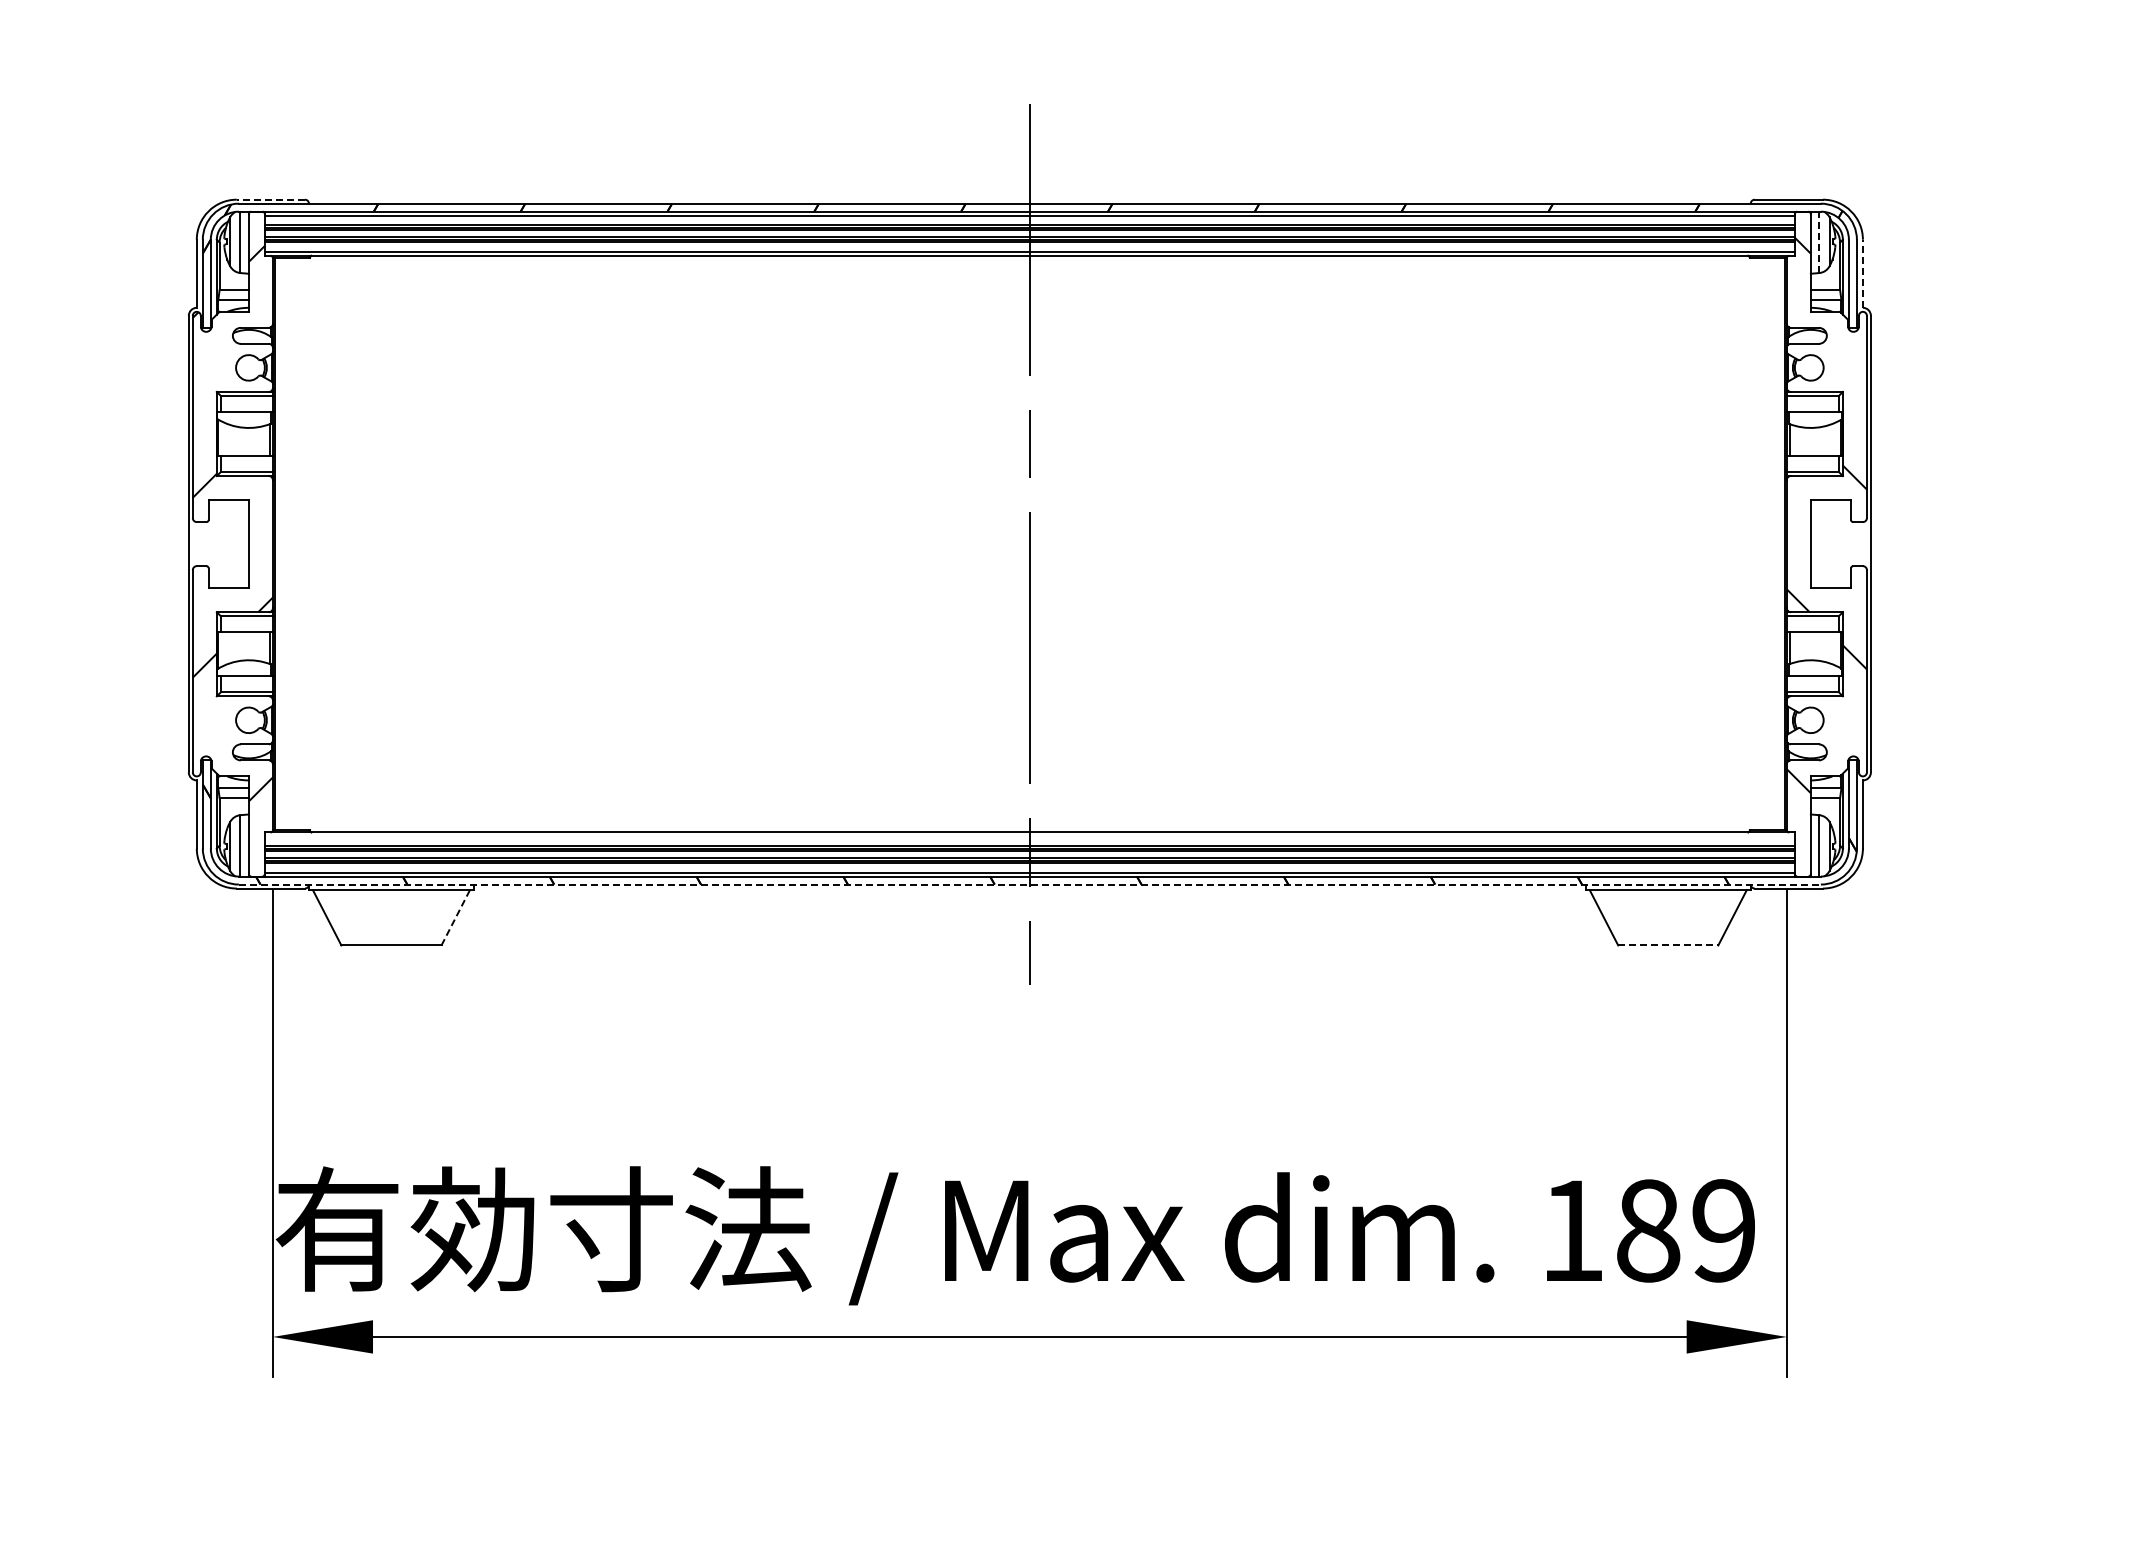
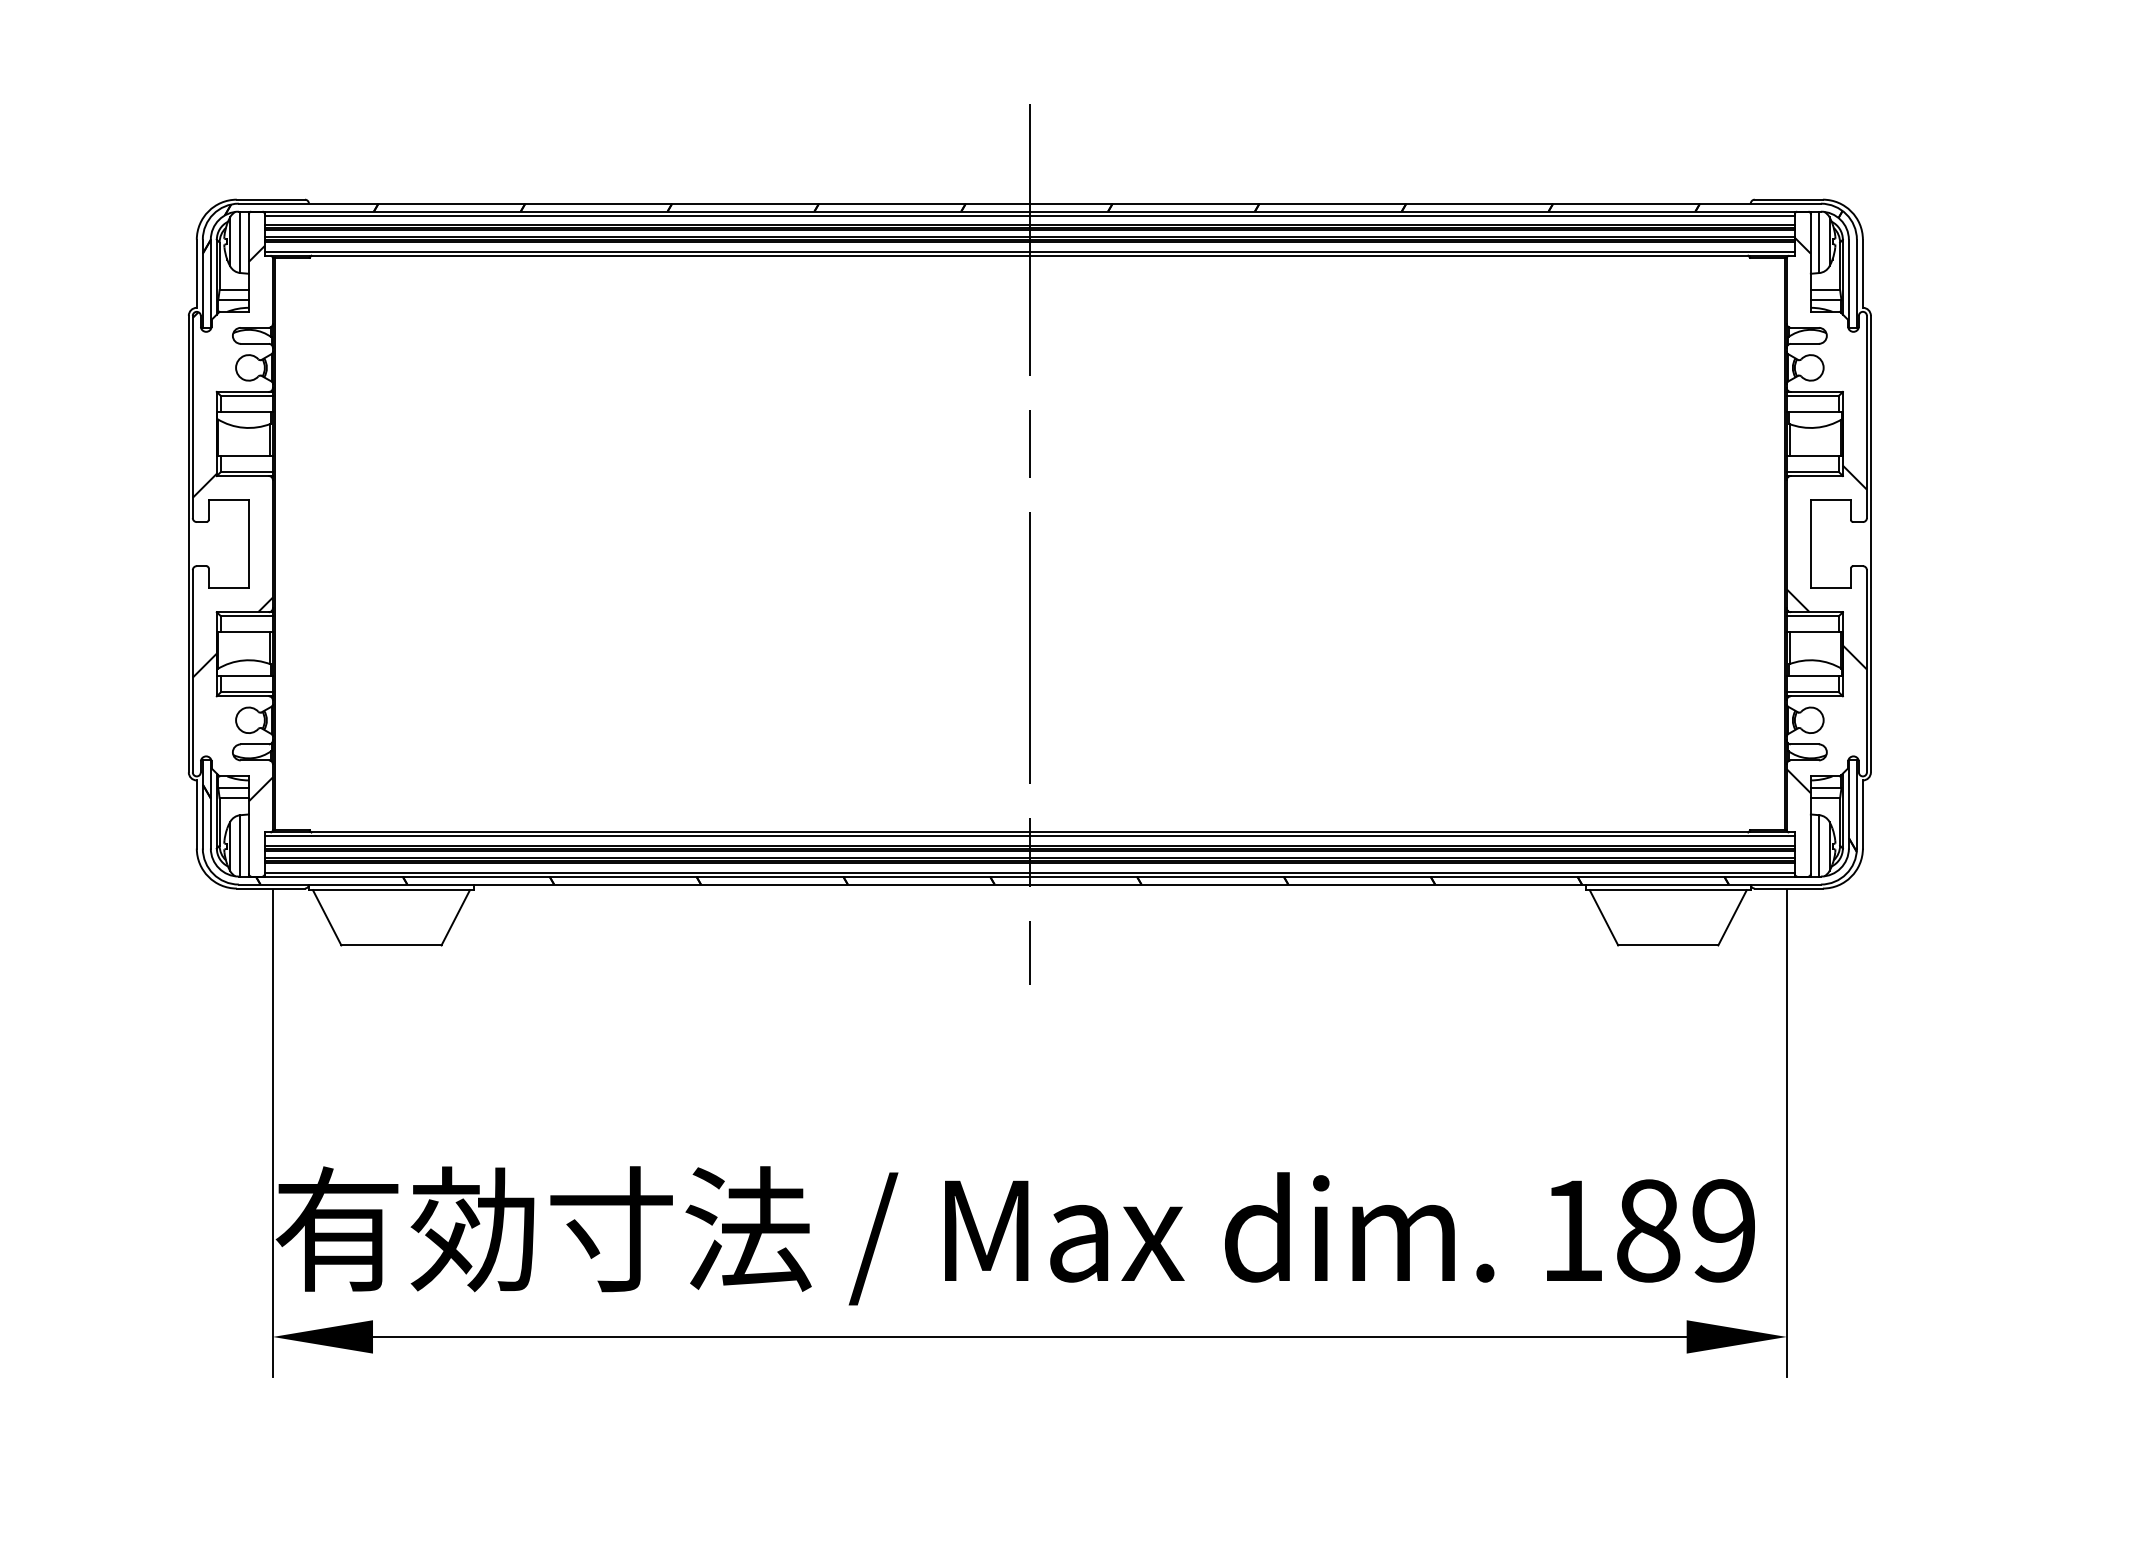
line at (270, 199): dashed -> solid
line at (1819, 242): dashed -> solid
line at (1862, 273): dashed -> solid
line at (1029, 836): none -> present
line at (1030, 884): dashed -> solid
line at (455, 917): dashed -> solid
line at (1668, 945): dashed -> solid
